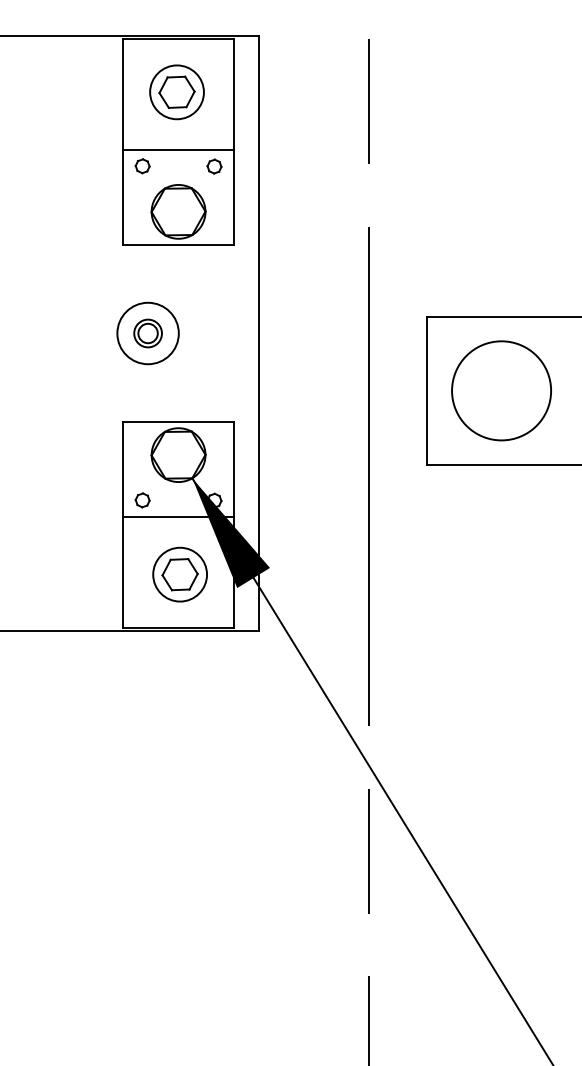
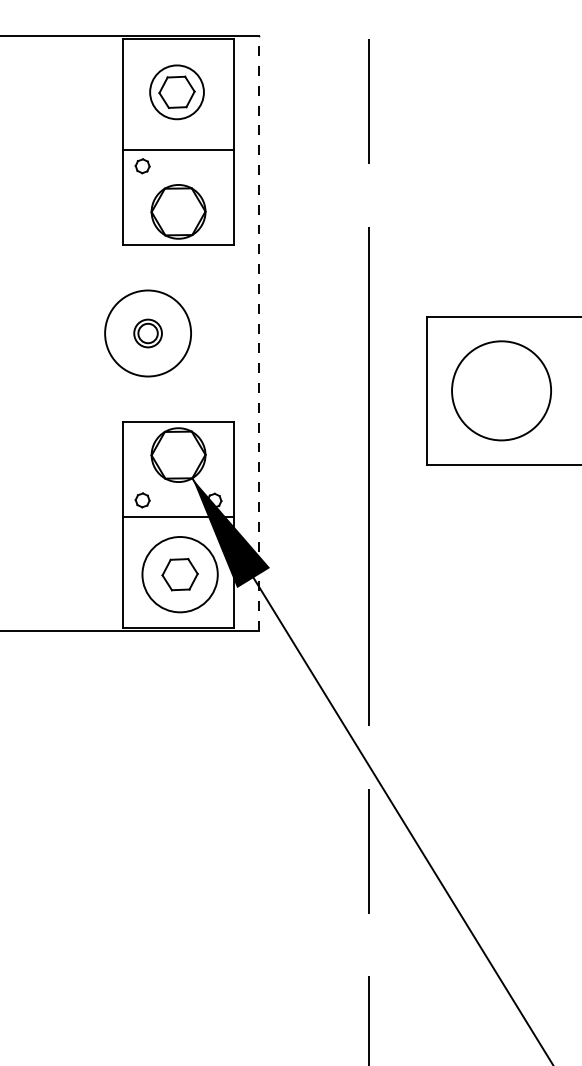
part at (214, 166): present -> none
circle at (147, 333) diameter: 61 px -> 86 px
line at (259, 333): solid -> dashed
circle at (180, 574) diameter: 54 px -> 75 px
